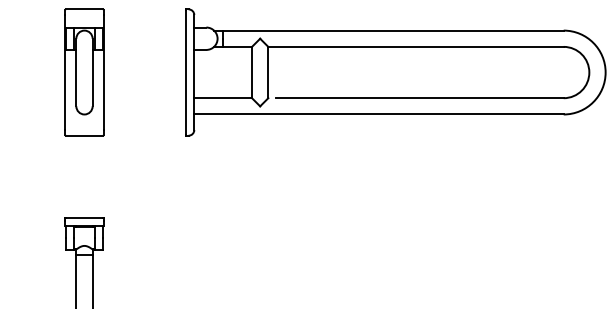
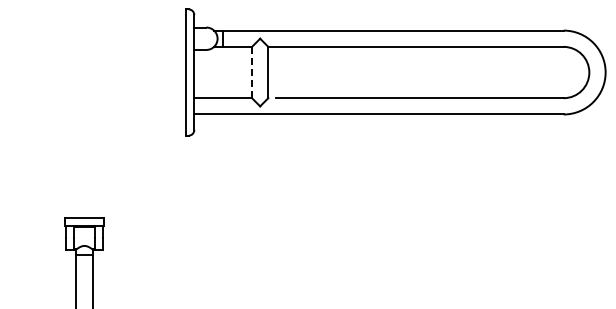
part at (84, 72): present -> none
line at (252, 72): solid -> dashed
